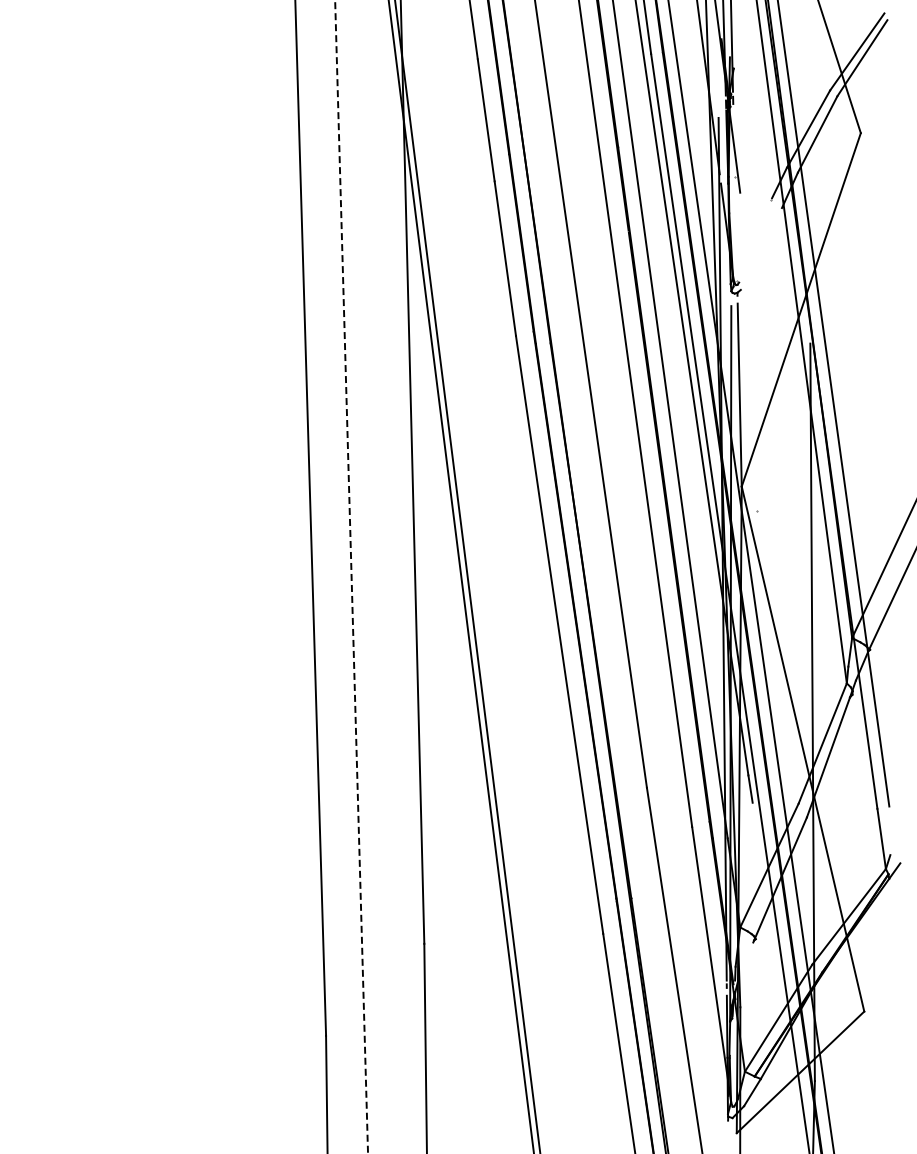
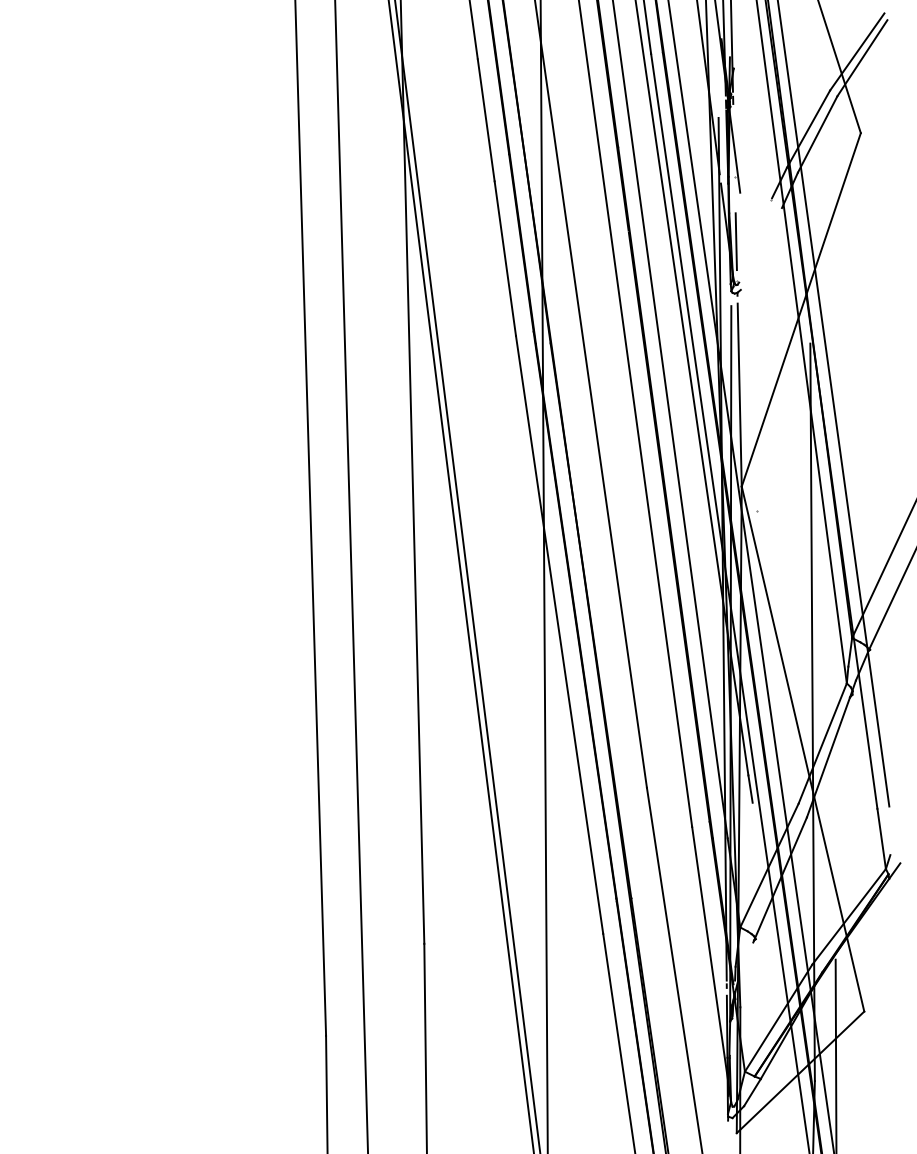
line at (735, 241): none -> present
line at (543, 576): none -> present
line at (351, 577): dashed -> solid
line at (835, 1054): none -> present
